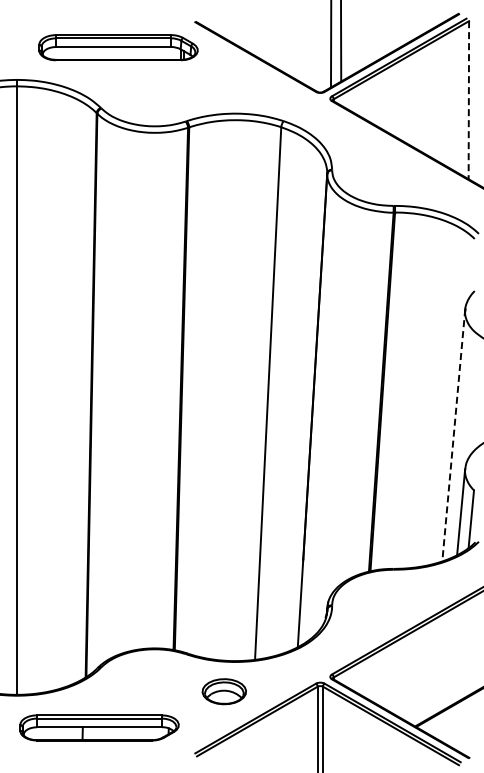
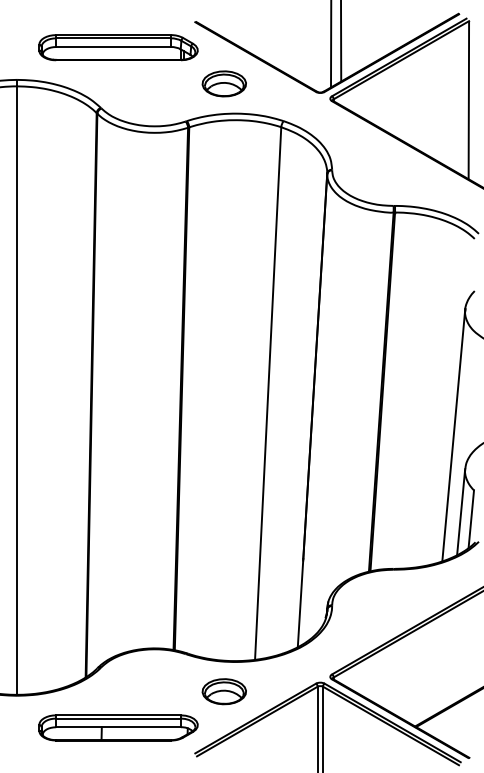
part at (223, 83): none -> present
line at (468, 101): dashed -> solid
line at (453, 435): dashed -> solid
part at (99, 727) position: (99, 727) -> (118, 727)
